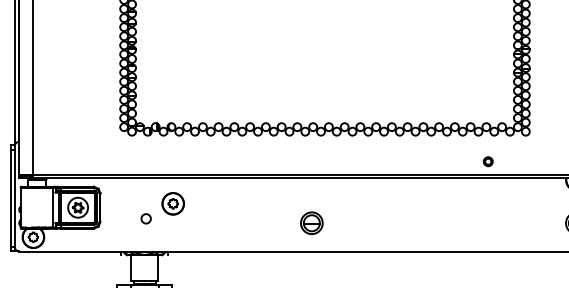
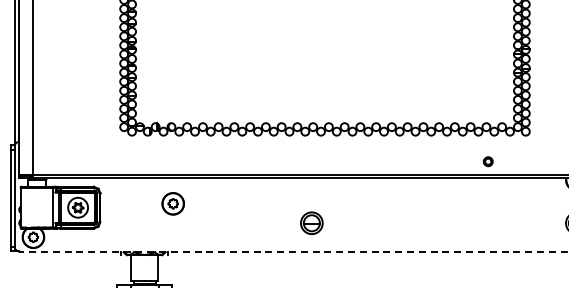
circle at (145, 218): present -> none
line at (293, 251): solid -> dashed
